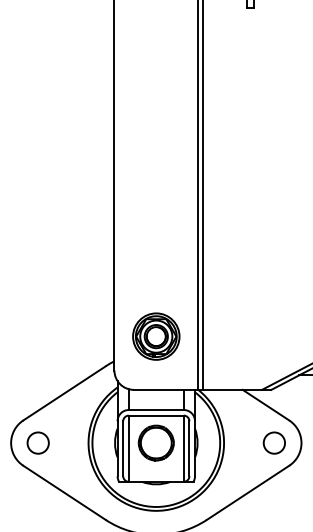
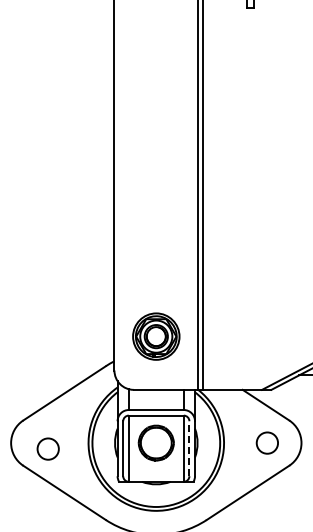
circle at (37, 442) position: (37, 442) -> (47, 448)
circle at (273, 442) position: (273, 442) -> (266, 442)
line at (189, 448): solid -> dashed
